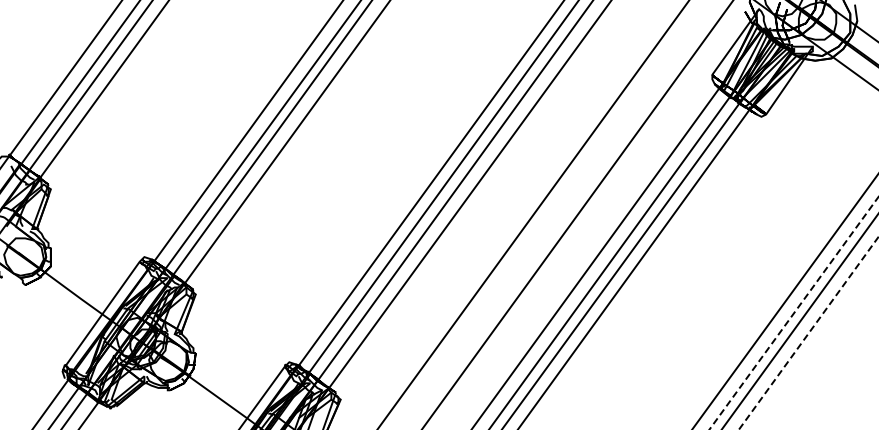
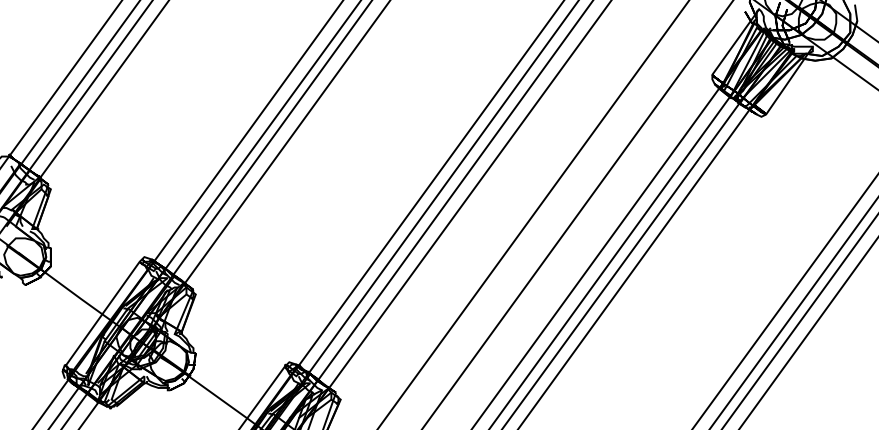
line at (794, 313): dashed -> solid
line at (808, 333): dashed -> solid
